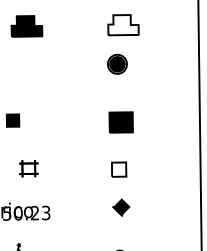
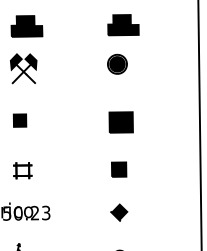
fill at (123, 25): none -> present
part at (23, 68): none -> present
part at (12, 120) position: (12, 120) -> (19, 120)
part at (28, 168) position: (28, 168) -> (22, 170)
fill at (118, 169): none -> present
part at (121, 207) position: (121, 207) -> (119, 212)
